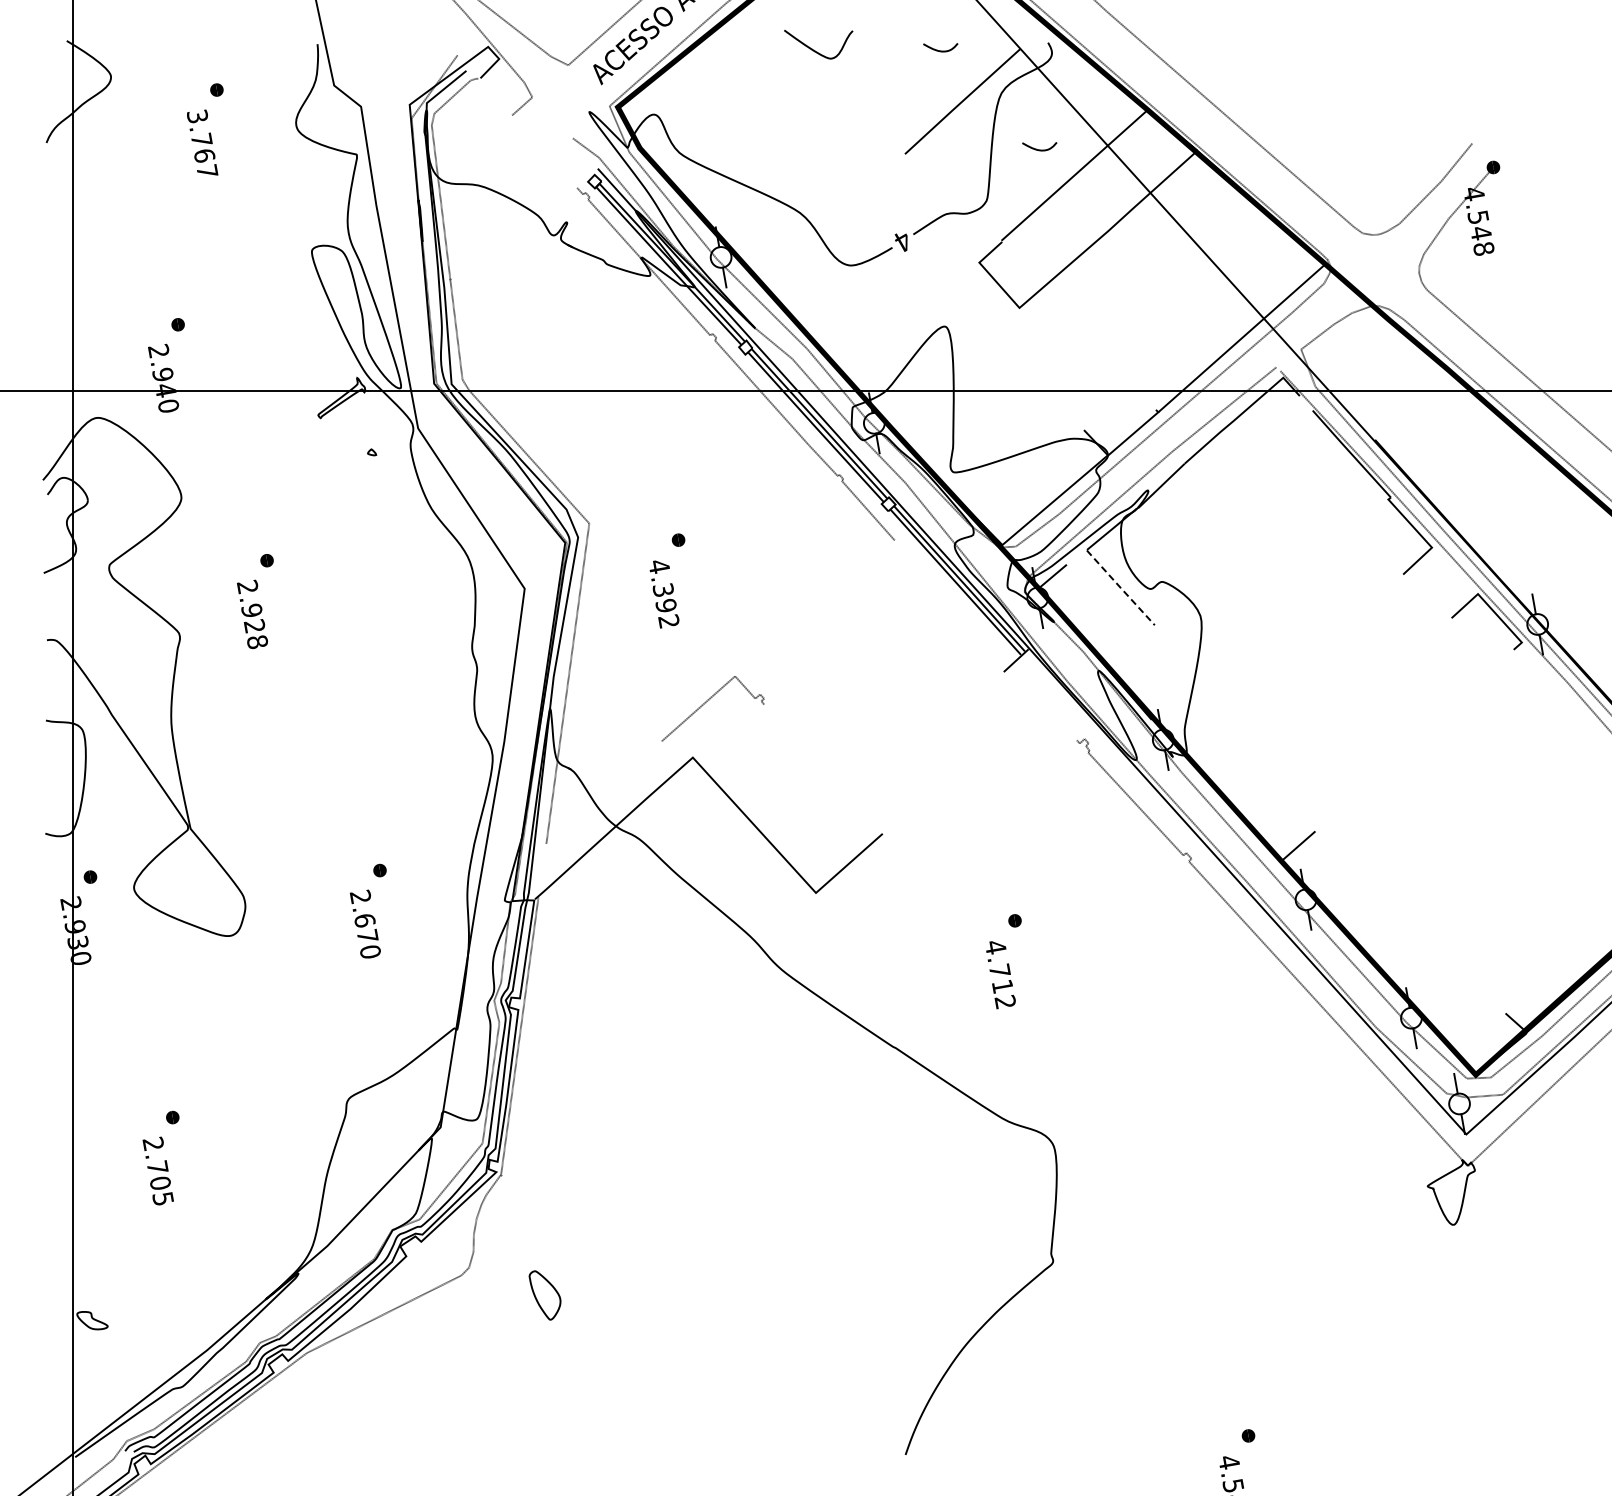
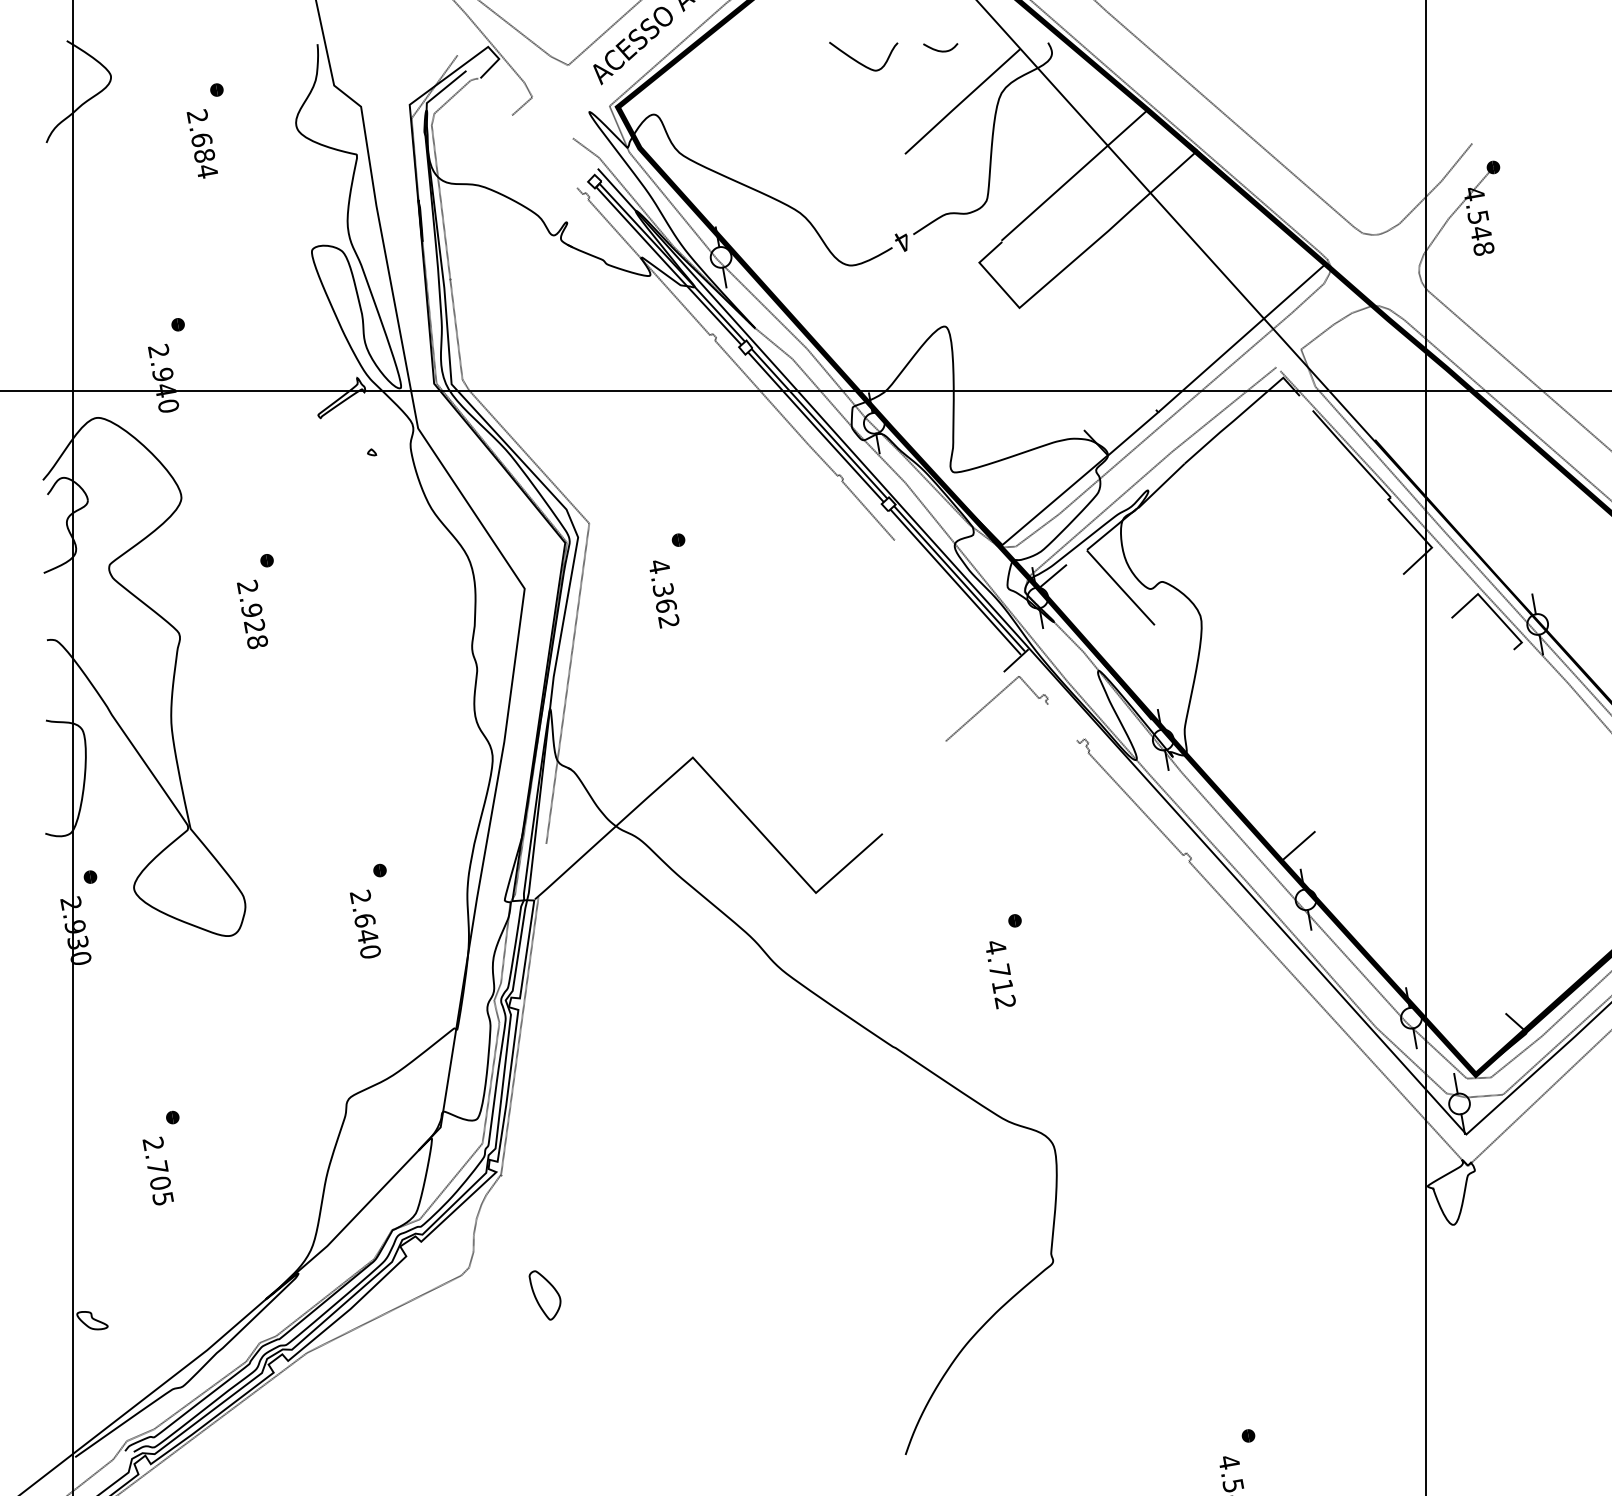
curve at (815, 50) position: (815, 50) -> (860, 62)
text at (202, 143): 3.767 -> 2.684
curve at (1039, 149): present -> none
line at (1120, 588): dashed -> solid
text at (665, 605): 4.392 -> 4.362
curve at (706, 702) position: (706, 702) -> (990, 702)
line at (1426, 747): none -> present
text at (367, 935): 2.670 -> 2.640
